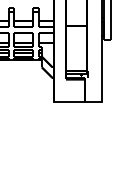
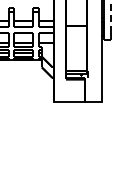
line at (111, 16): solid -> dashed
